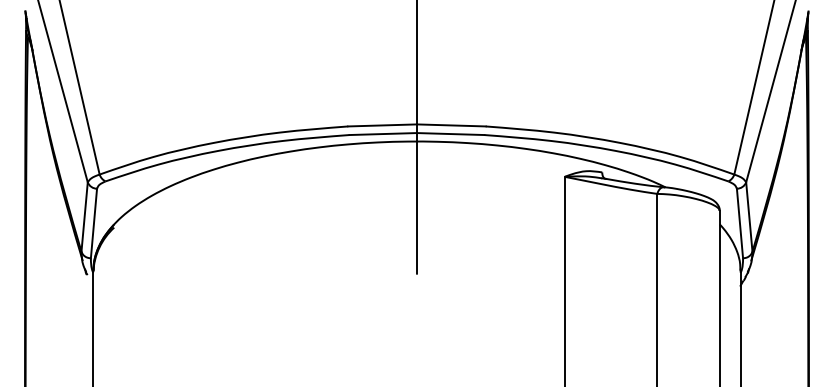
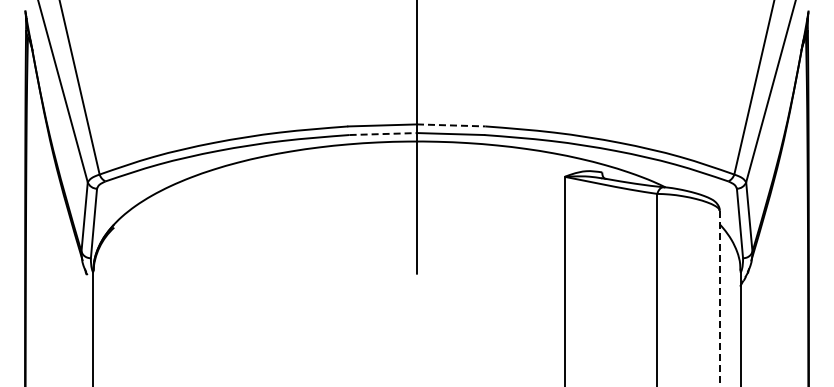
line at (451, 125): solid -> dashed
line at (383, 134): solid -> dashed
line at (719, 299): solid -> dashed
